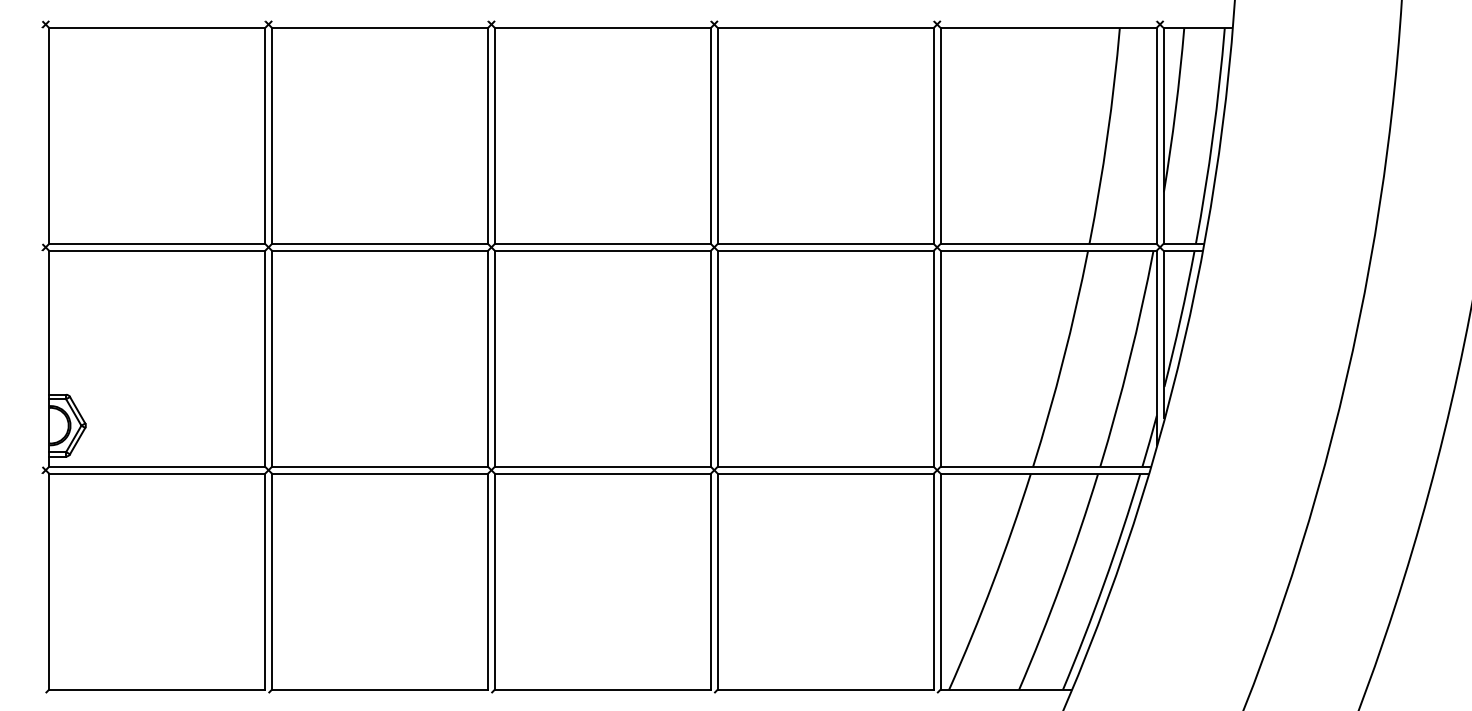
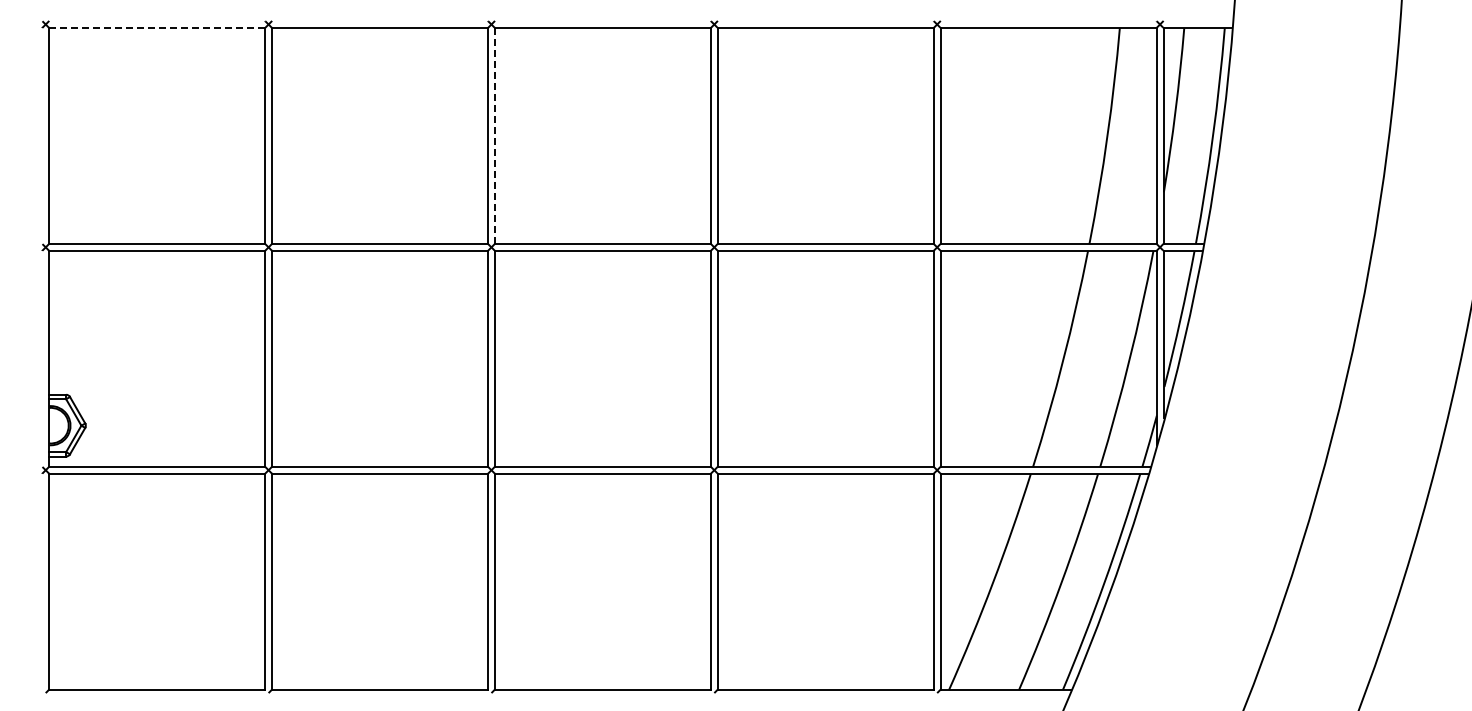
line at (157, 28): solid -> dashed
line at (495, 135): solid -> dashed
